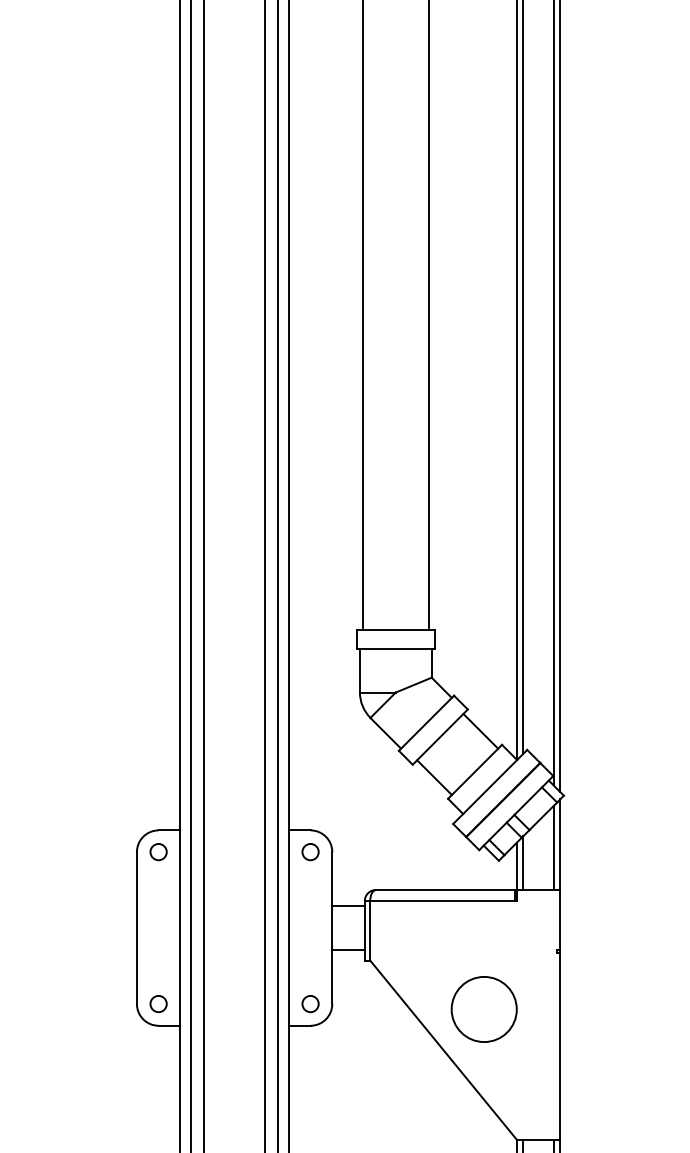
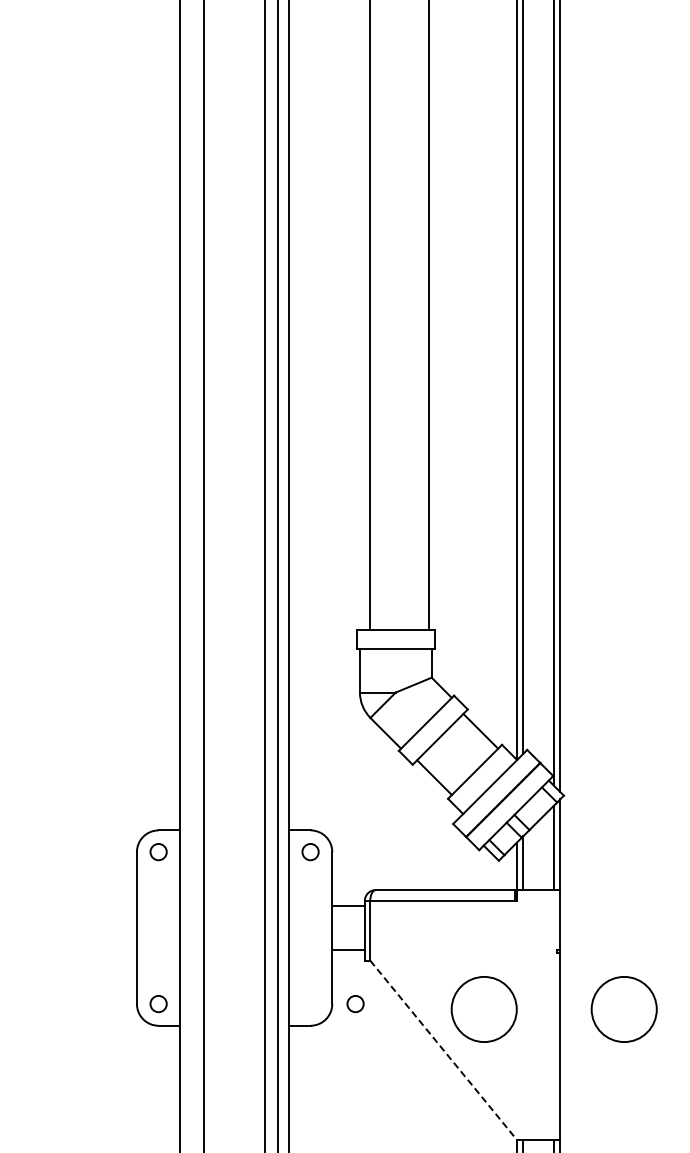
line at (363, 315) position: (363, 315) -> (370, 315)
line at (191, 575): present -> none
circle at (310, 1004) position: (310, 1004) -> (355, 1004)
circle at (623, 1009): none -> present
line at (443, 1050): solid -> dashed
